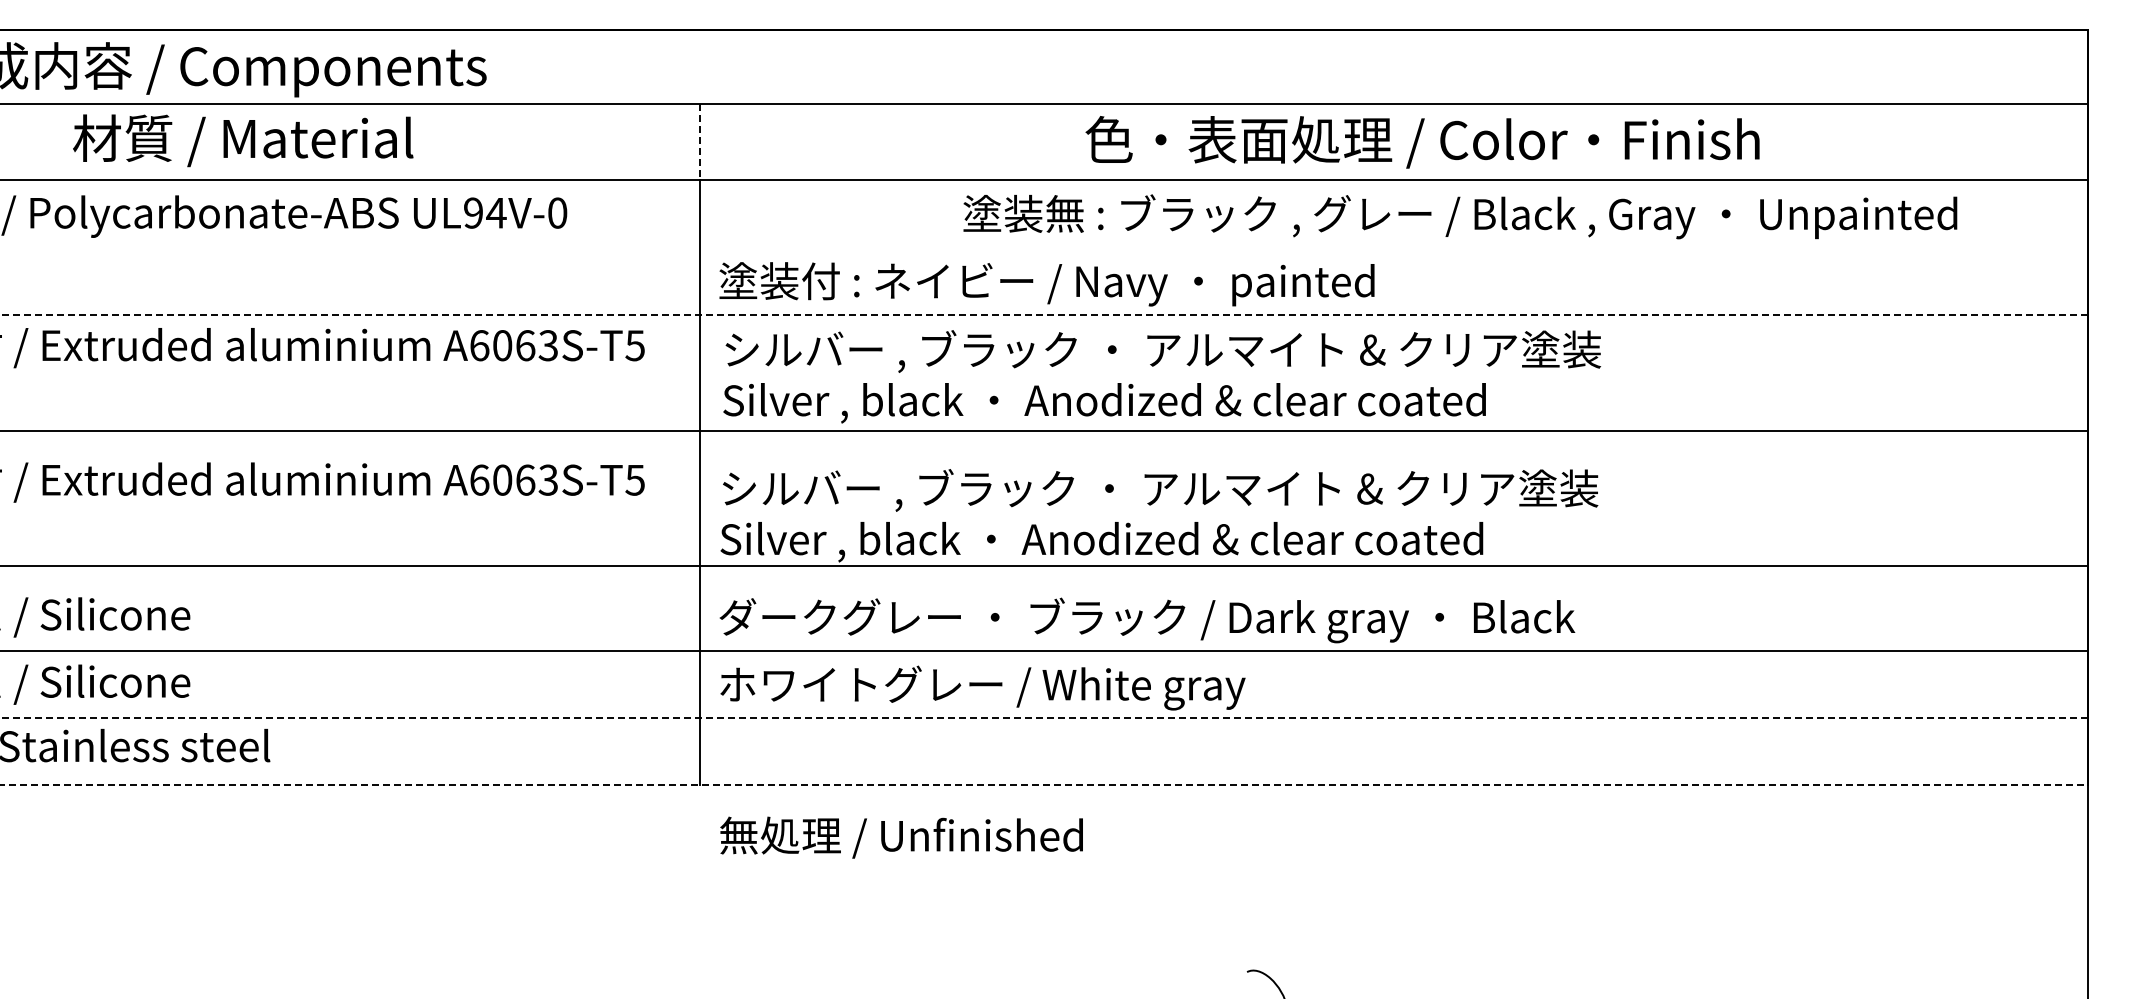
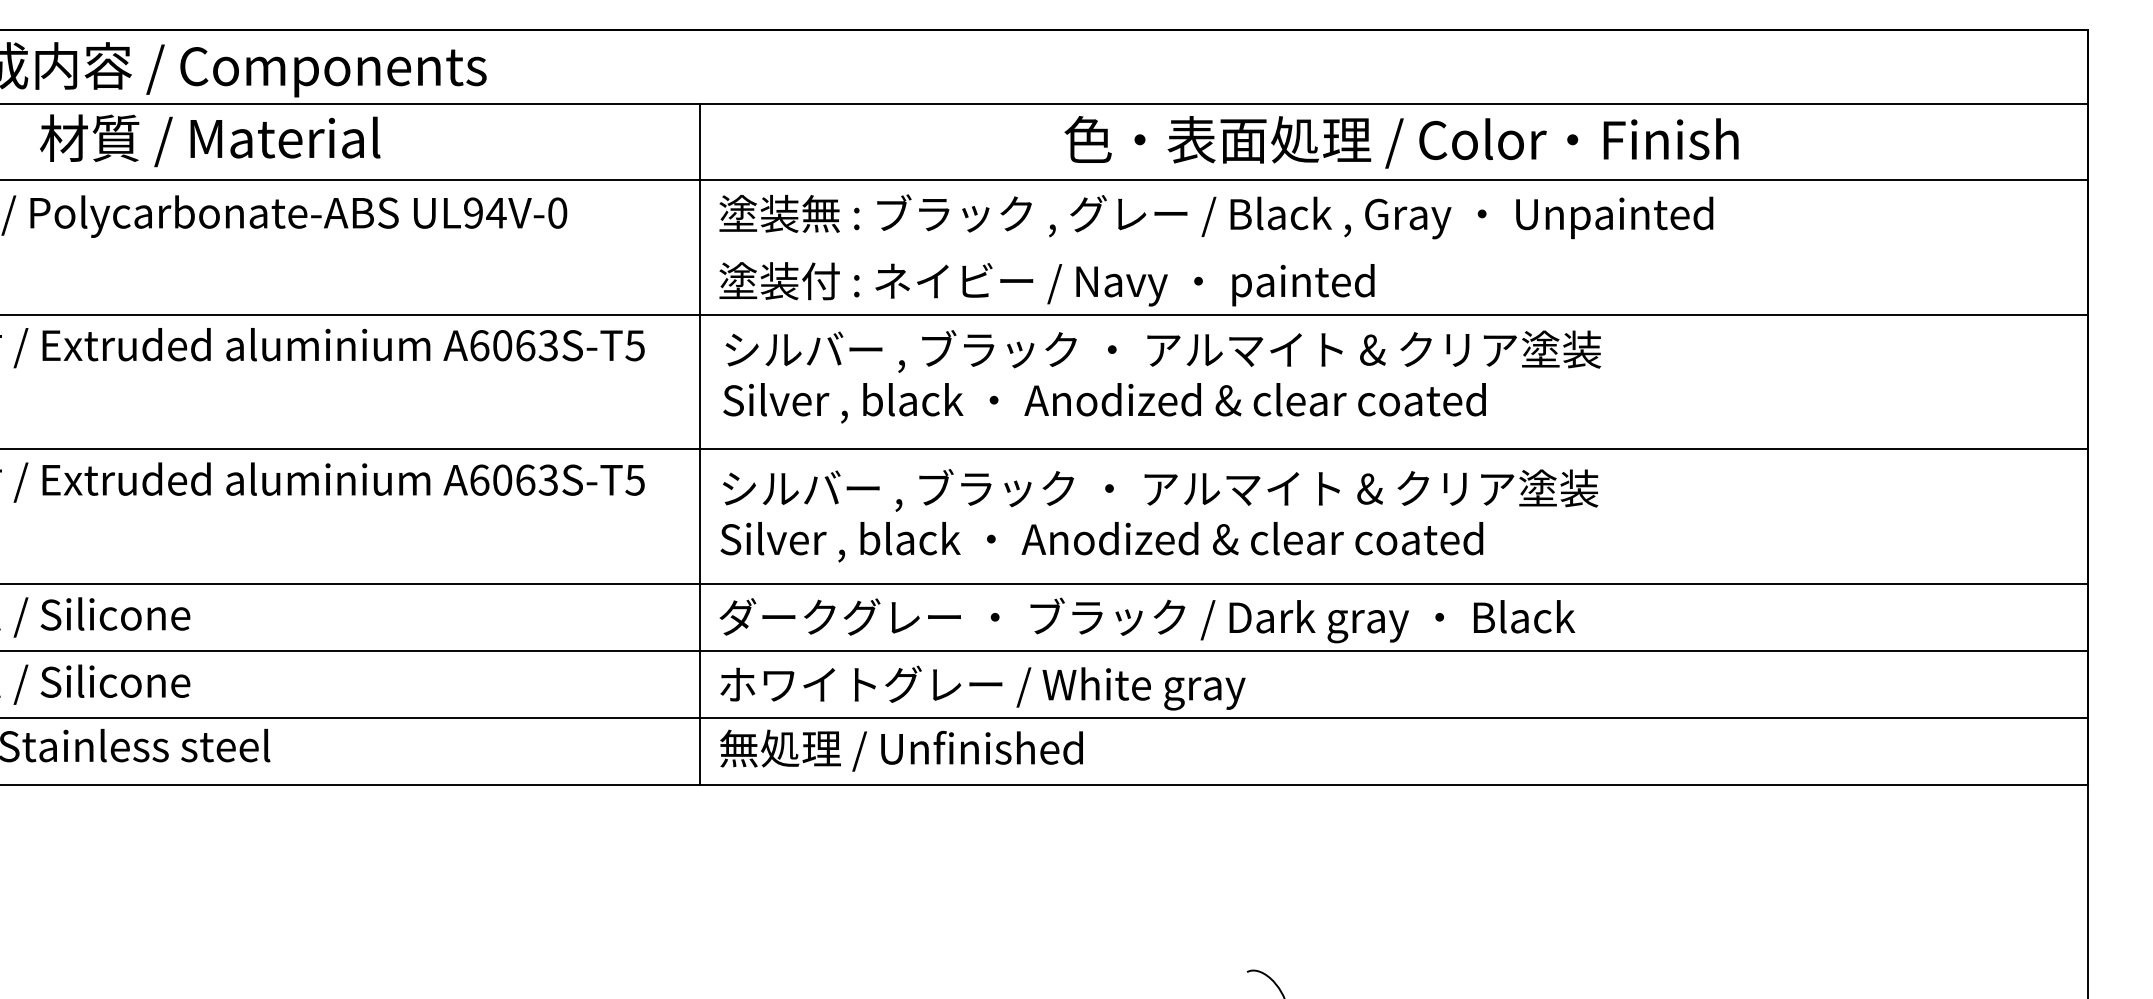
text at (243, 140) position: (243, 140) -> (210, 140)
line at (699, 142): dashed -> solid
text at (1422, 142) position: (1422, 142) -> (1401, 142)
text at (1460, 216) position: (1460, 216) -> (1216, 216)
line at (1044, 314): dashed -> solid
line at (1045, 431) position: (1045, 431) -> (1045, 449)
line at (1045, 565) position: (1045, 565) -> (1045, 583)
line at (1044, 718): dashed -> solid
line at (1044, 785): dashed -> solid
text at (901, 837) position: (901, 837) -> (901, 750)
